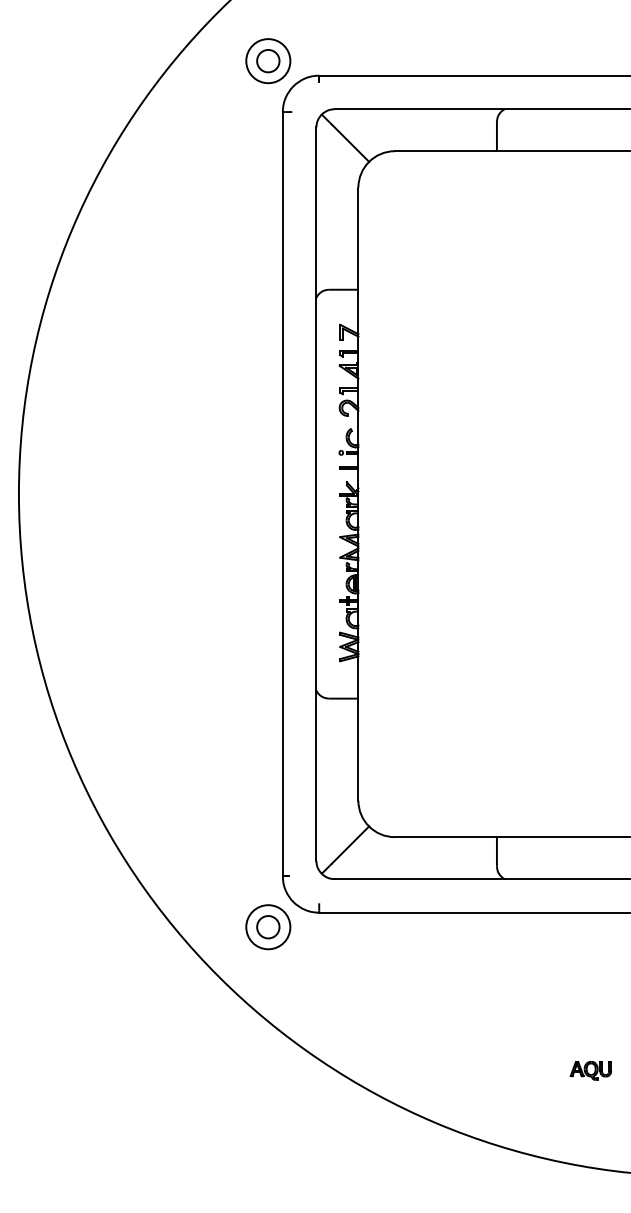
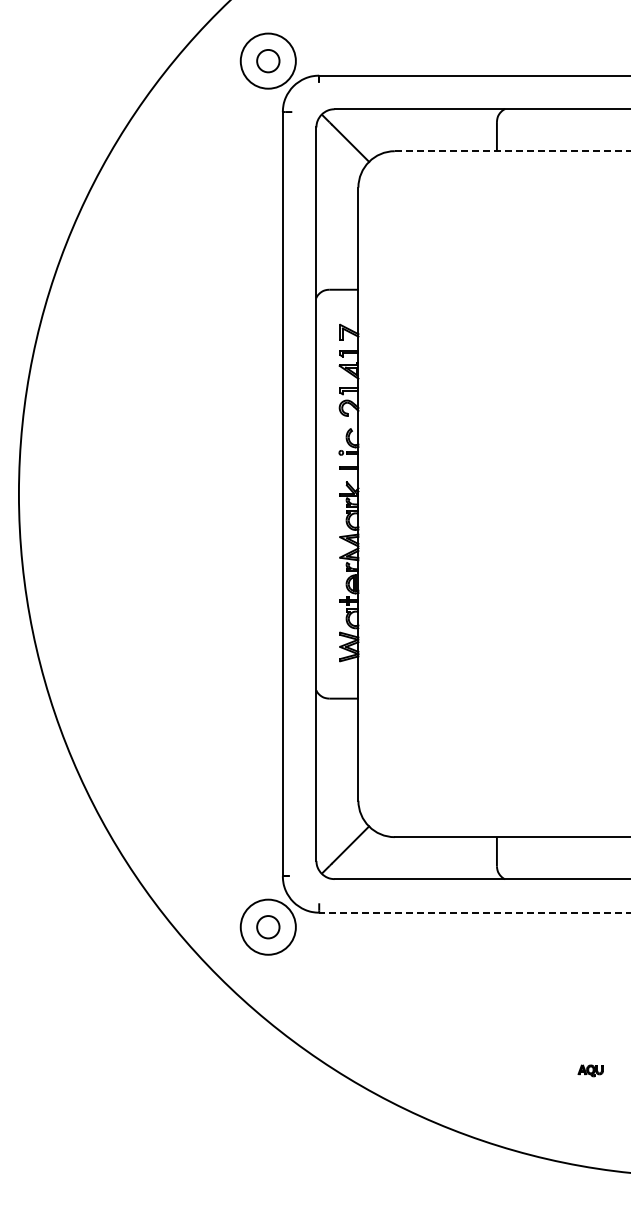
circle at (268, 61) diameter: 44 px -> 55 px
line at (512, 151): solid -> dashed
line at (475, 912): solid -> dashed
circle at (268, 927) diameter: 44 px -> 55 px
part at (590, 1070) size: 43x20 px -> 27x14 px
